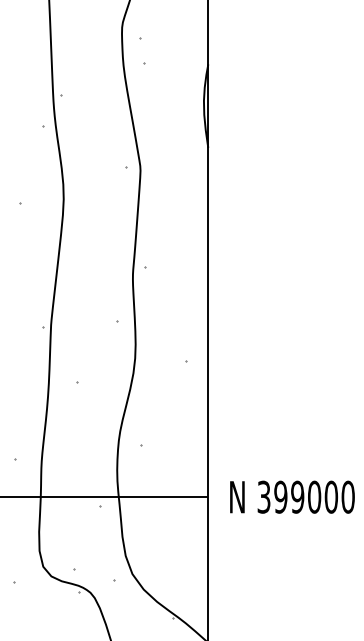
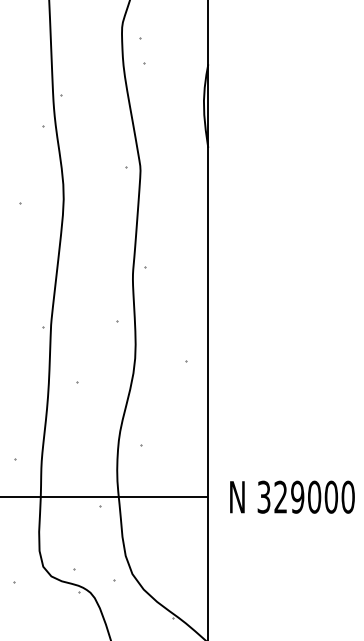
text at (280, 496): 399000 -> 329000
